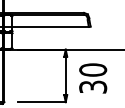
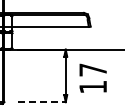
text at (93, 78): 30 -> 17
line at (42, 102): solid -> dashed
